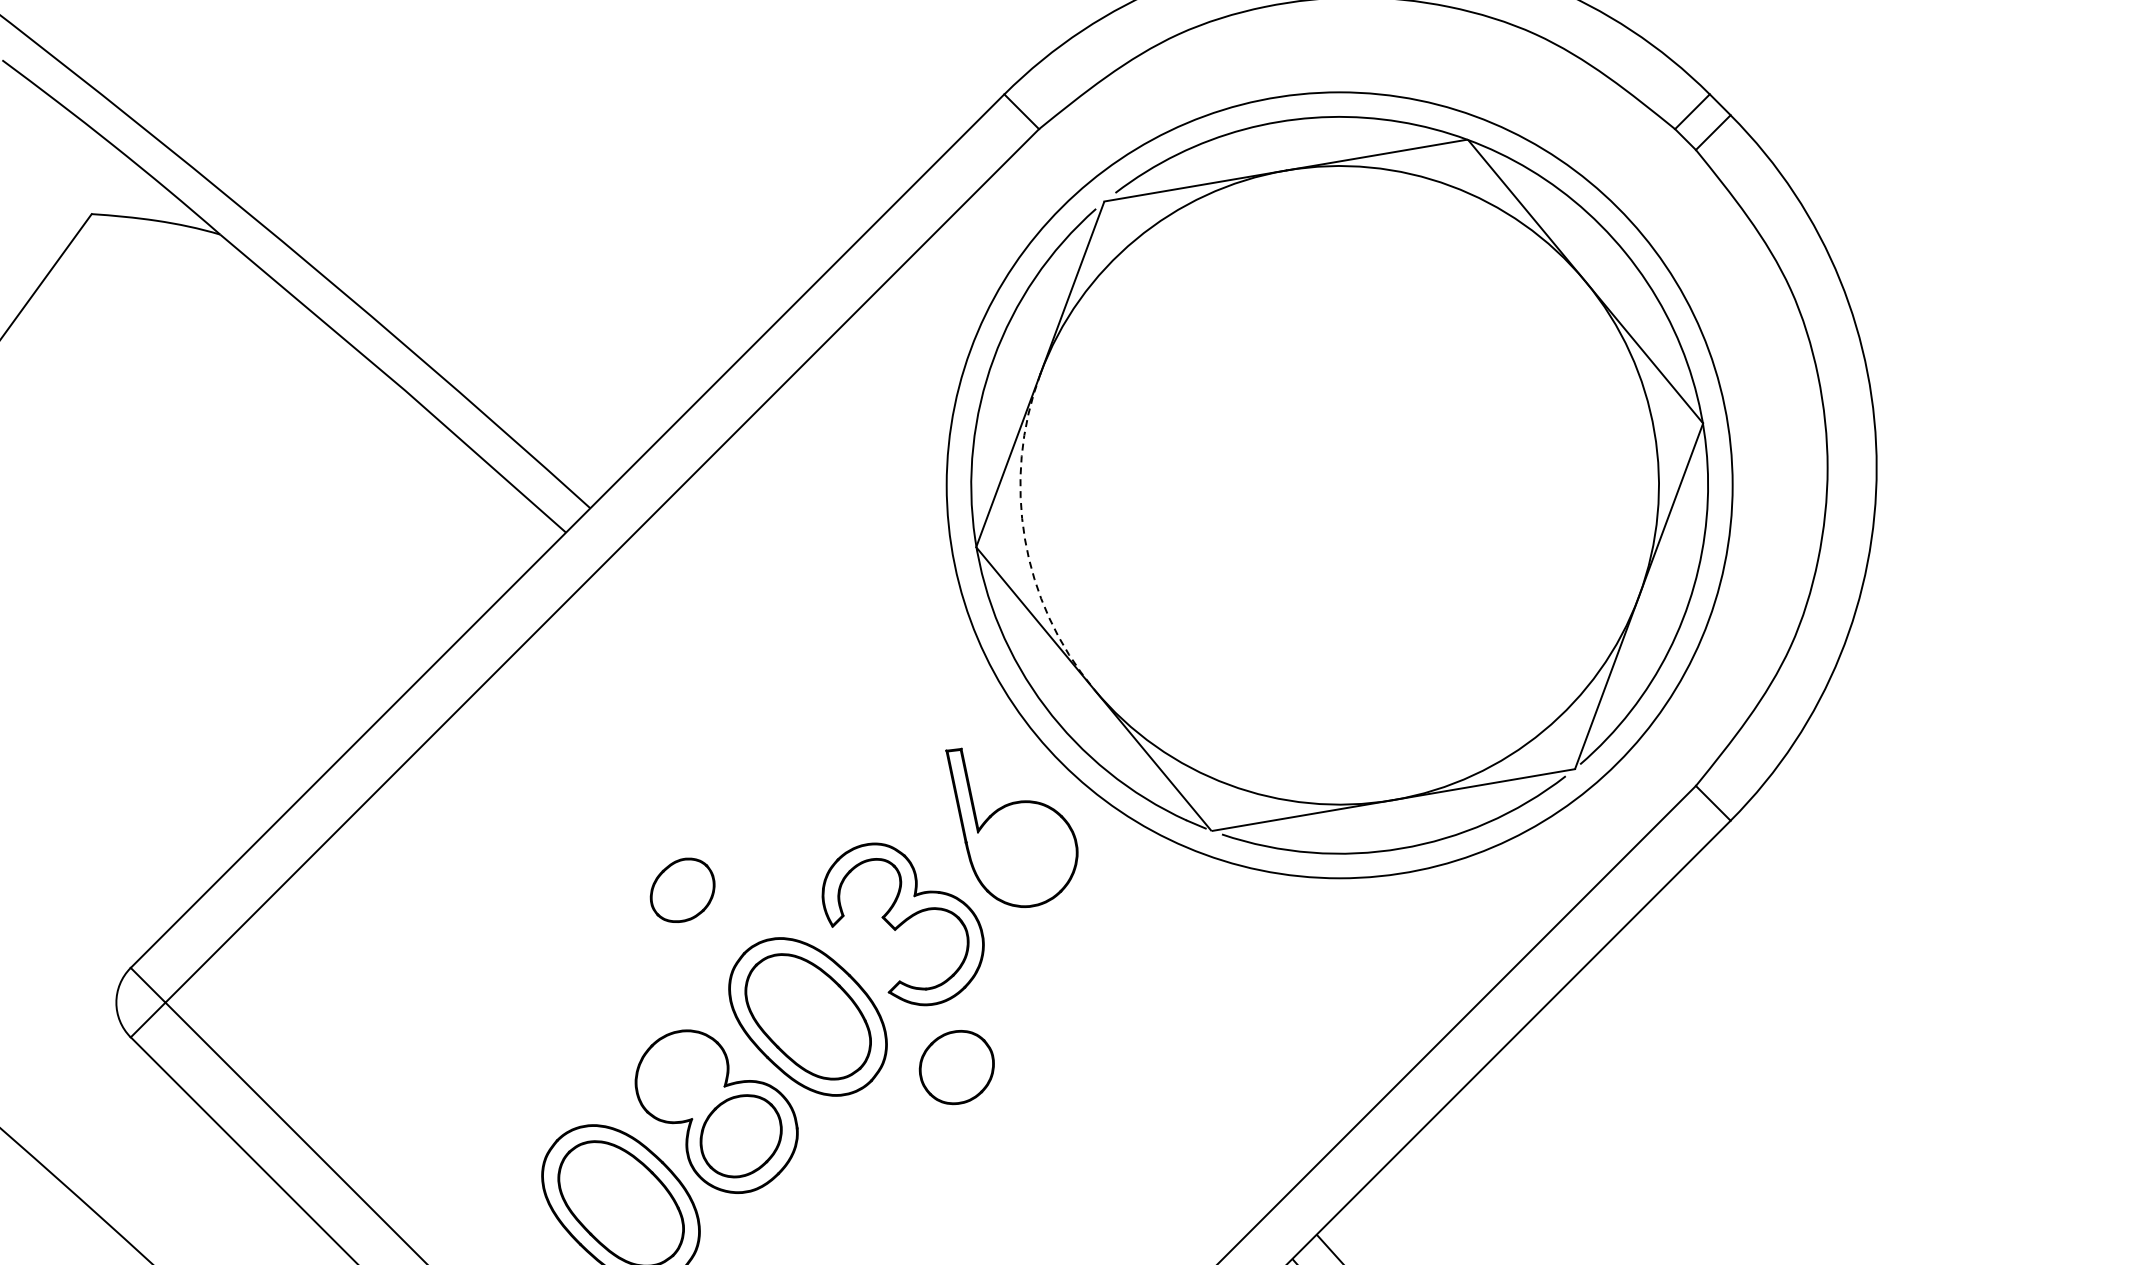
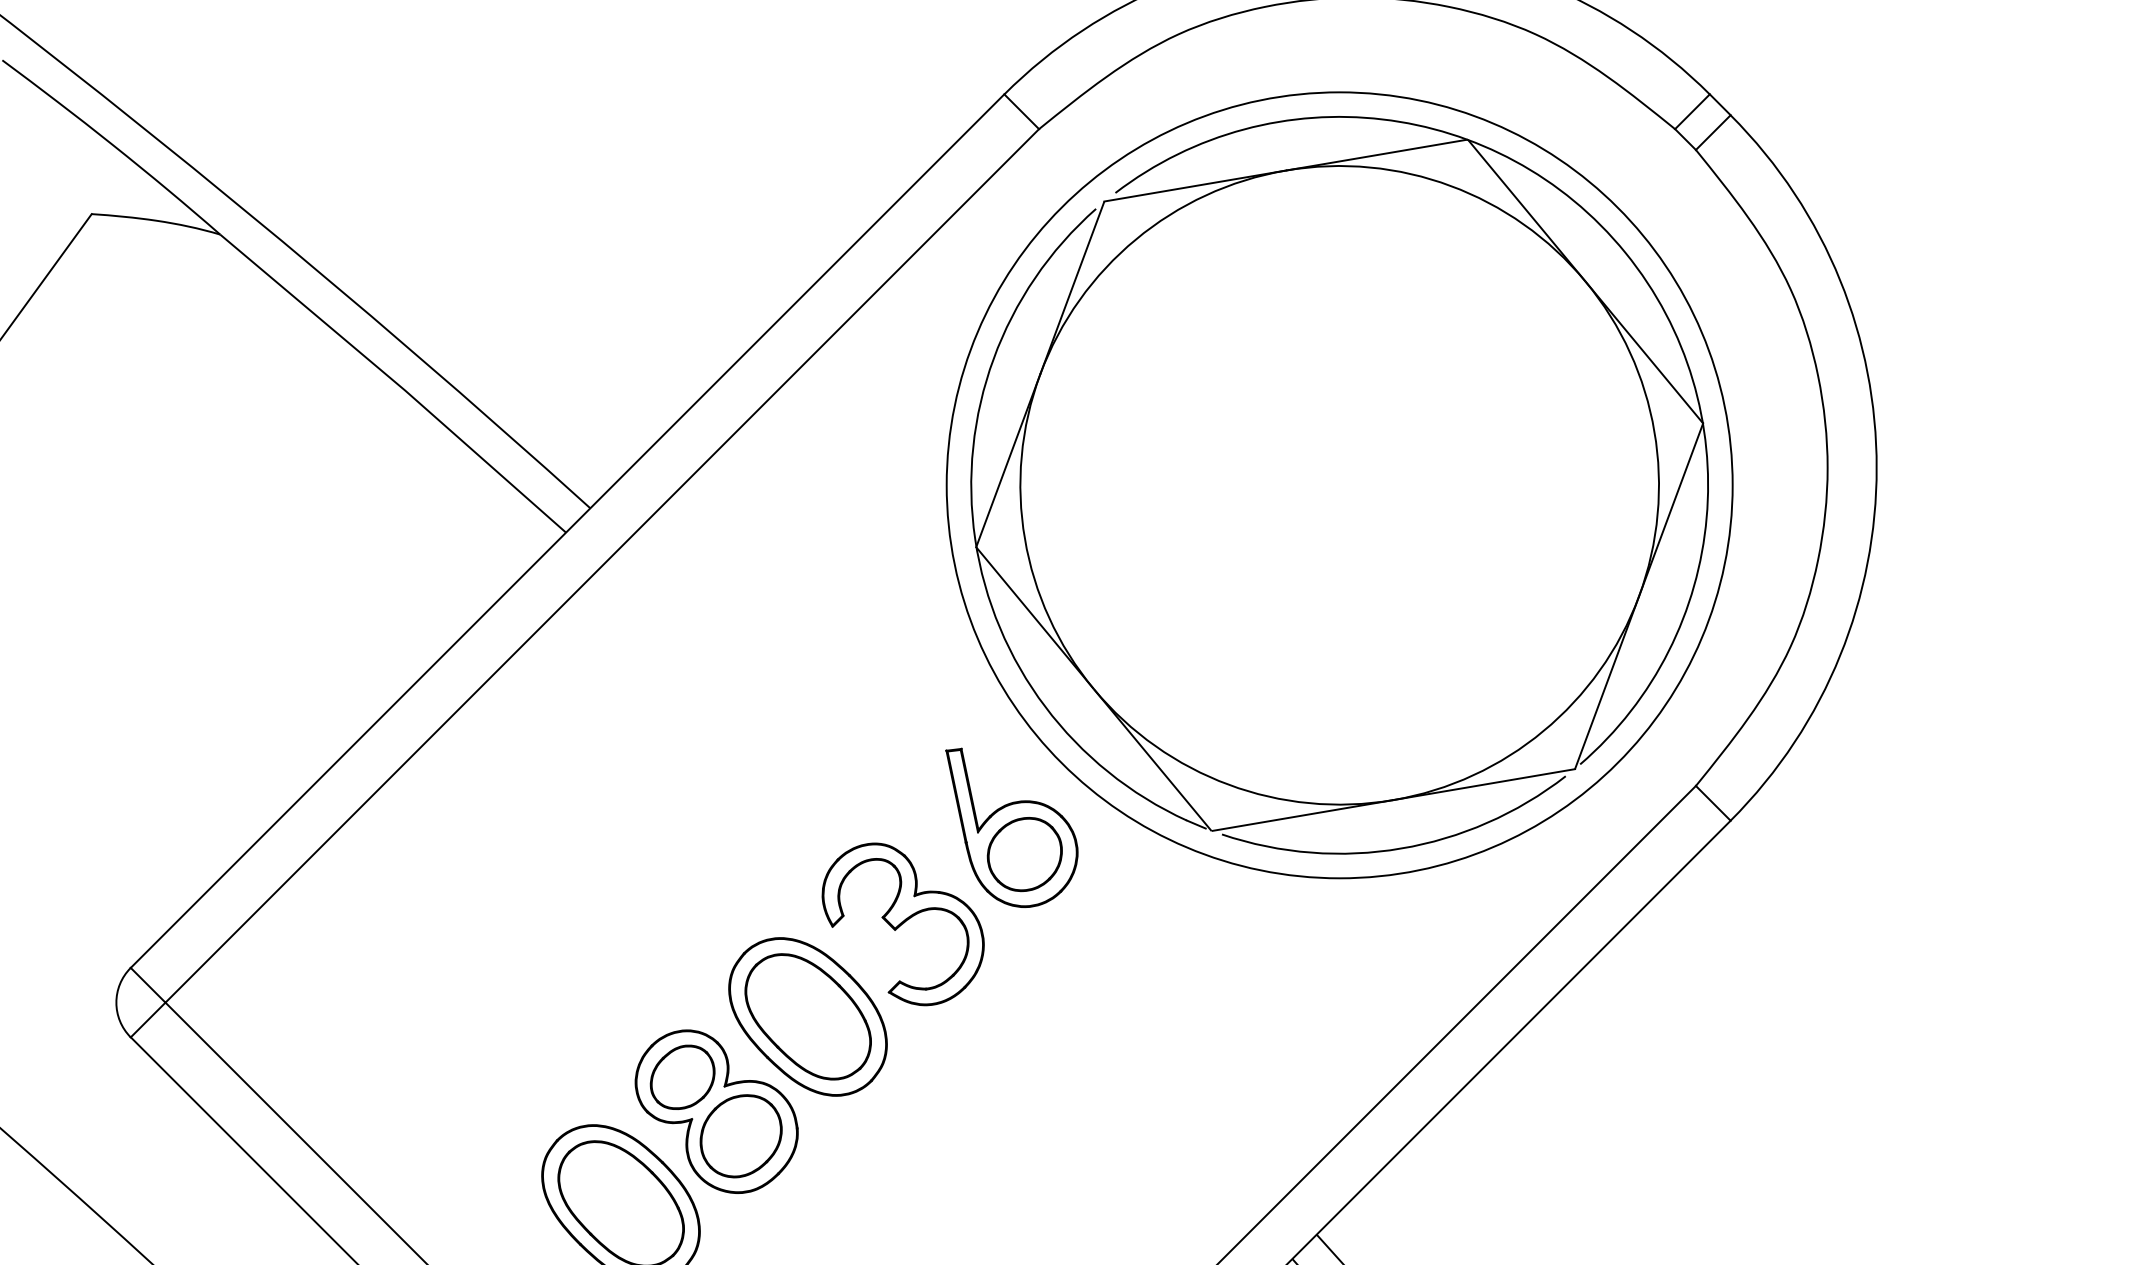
arc at (1024, 538): dashed -> solid
part at (682, 889) position: (682, 889) -> (682, 1076)
part at (956, 1067) position: (956, 1067) -> (1024, 854)
